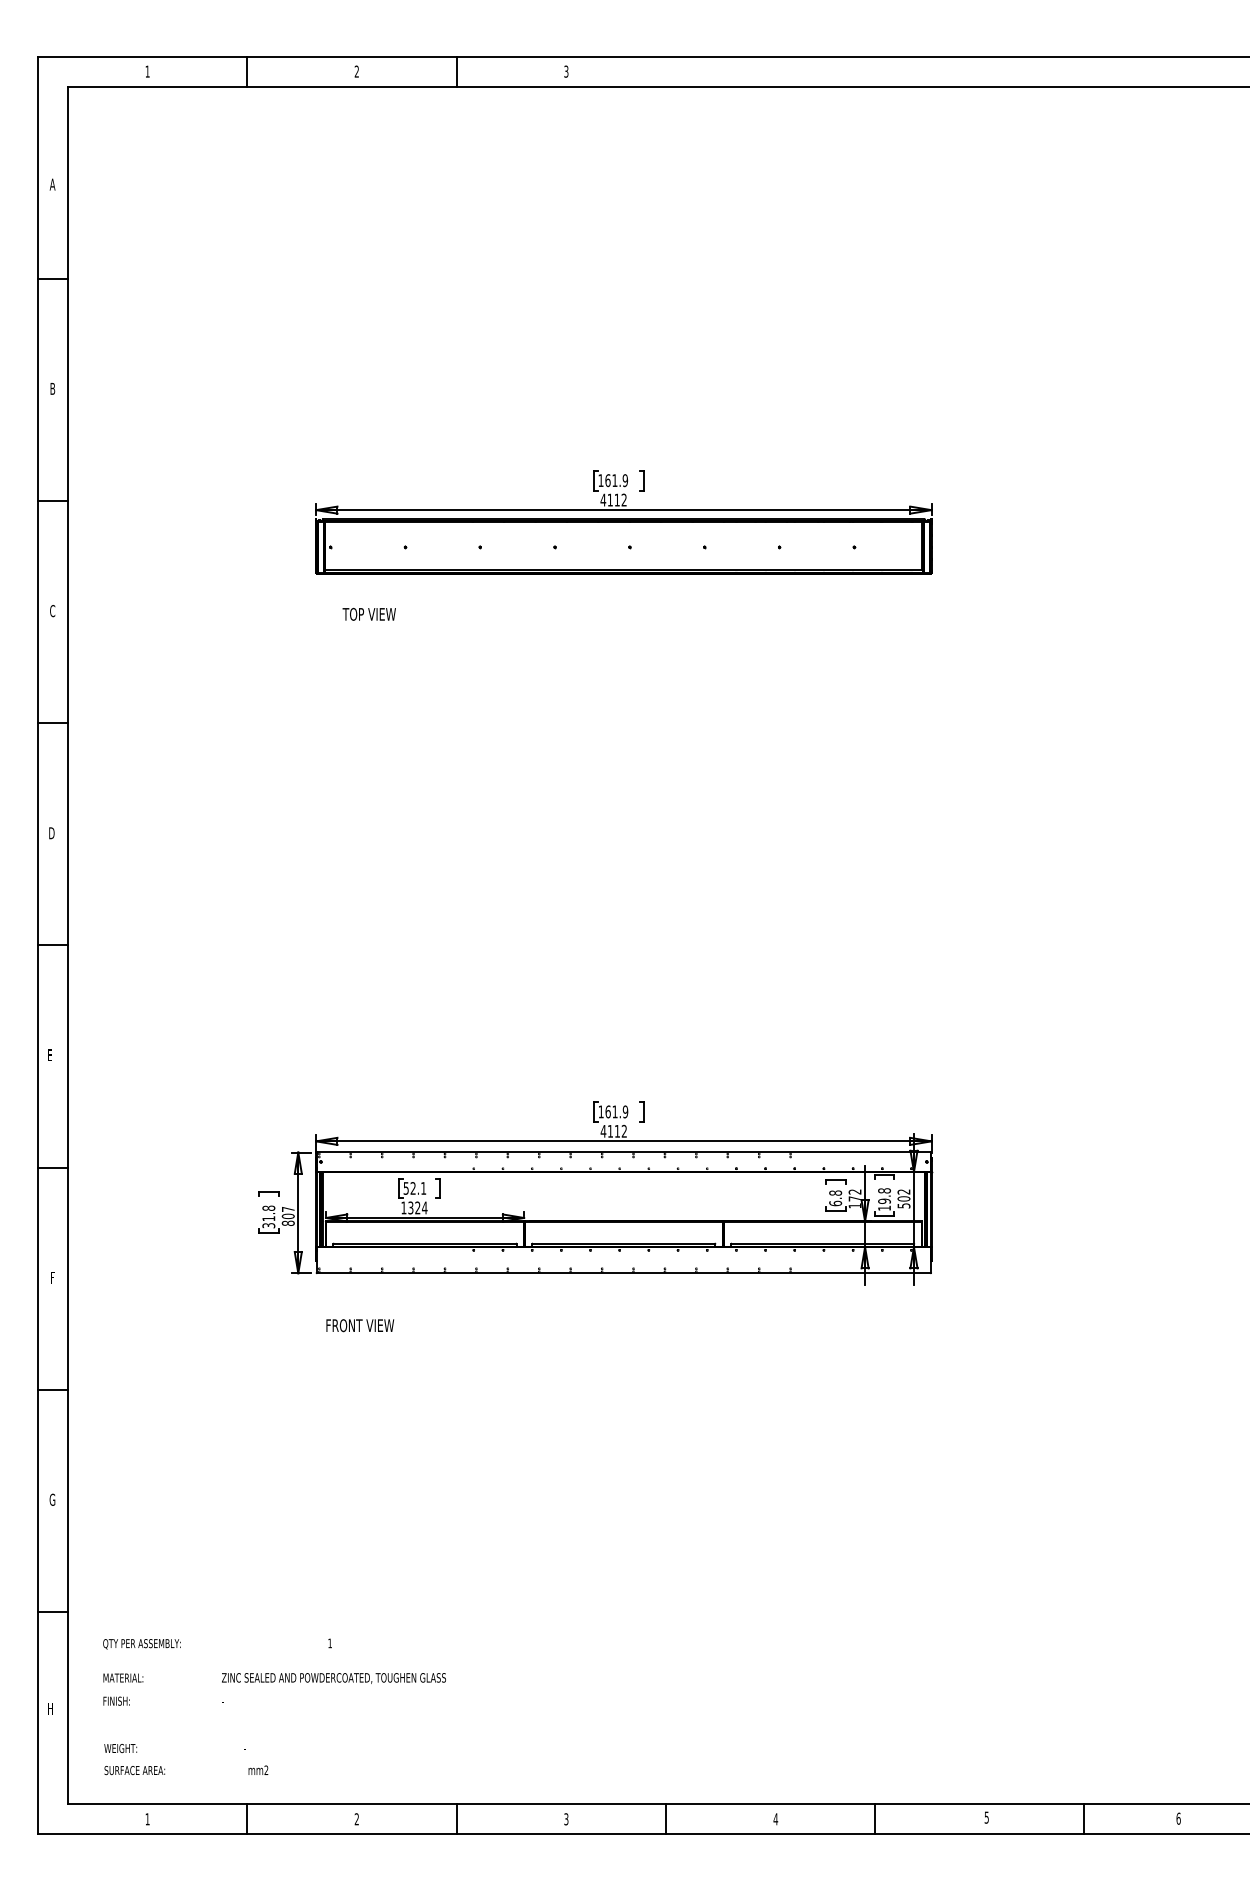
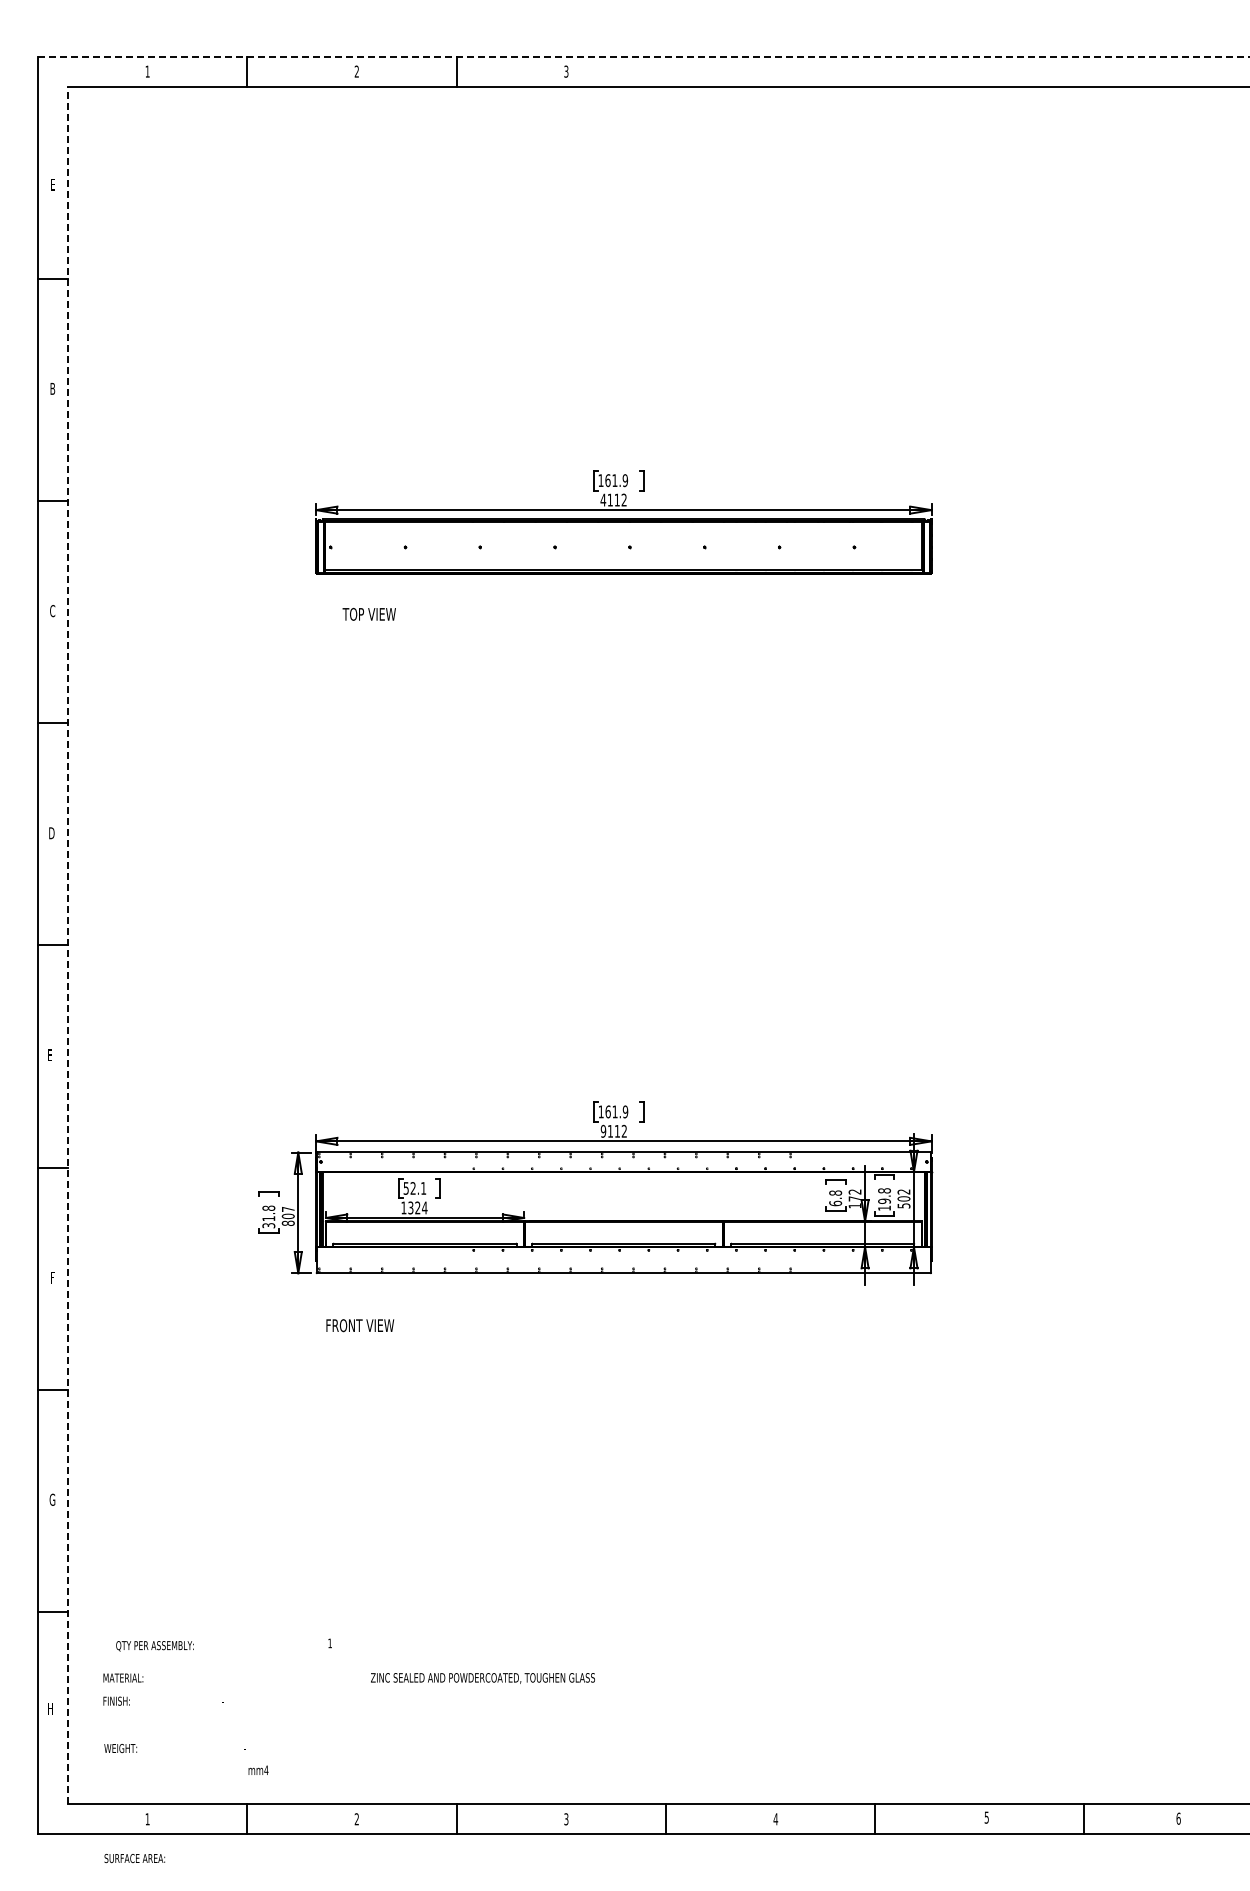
line at (643, 56): solid -> dashed
text at (52, 184): A -> E
line at (67, 945): solid -> dashed
text at (603, 1130): 4112 -> 9112
text at (141, 1644) position: (141, 1644) -> (154, 1646)
text at (333, 1678) position: (333, 1678) -> (482, 1678)
text at (266, 1769): mm2 -> mm4
text at (134, 1770) position: (134, 1770) -> (134, 1858)
